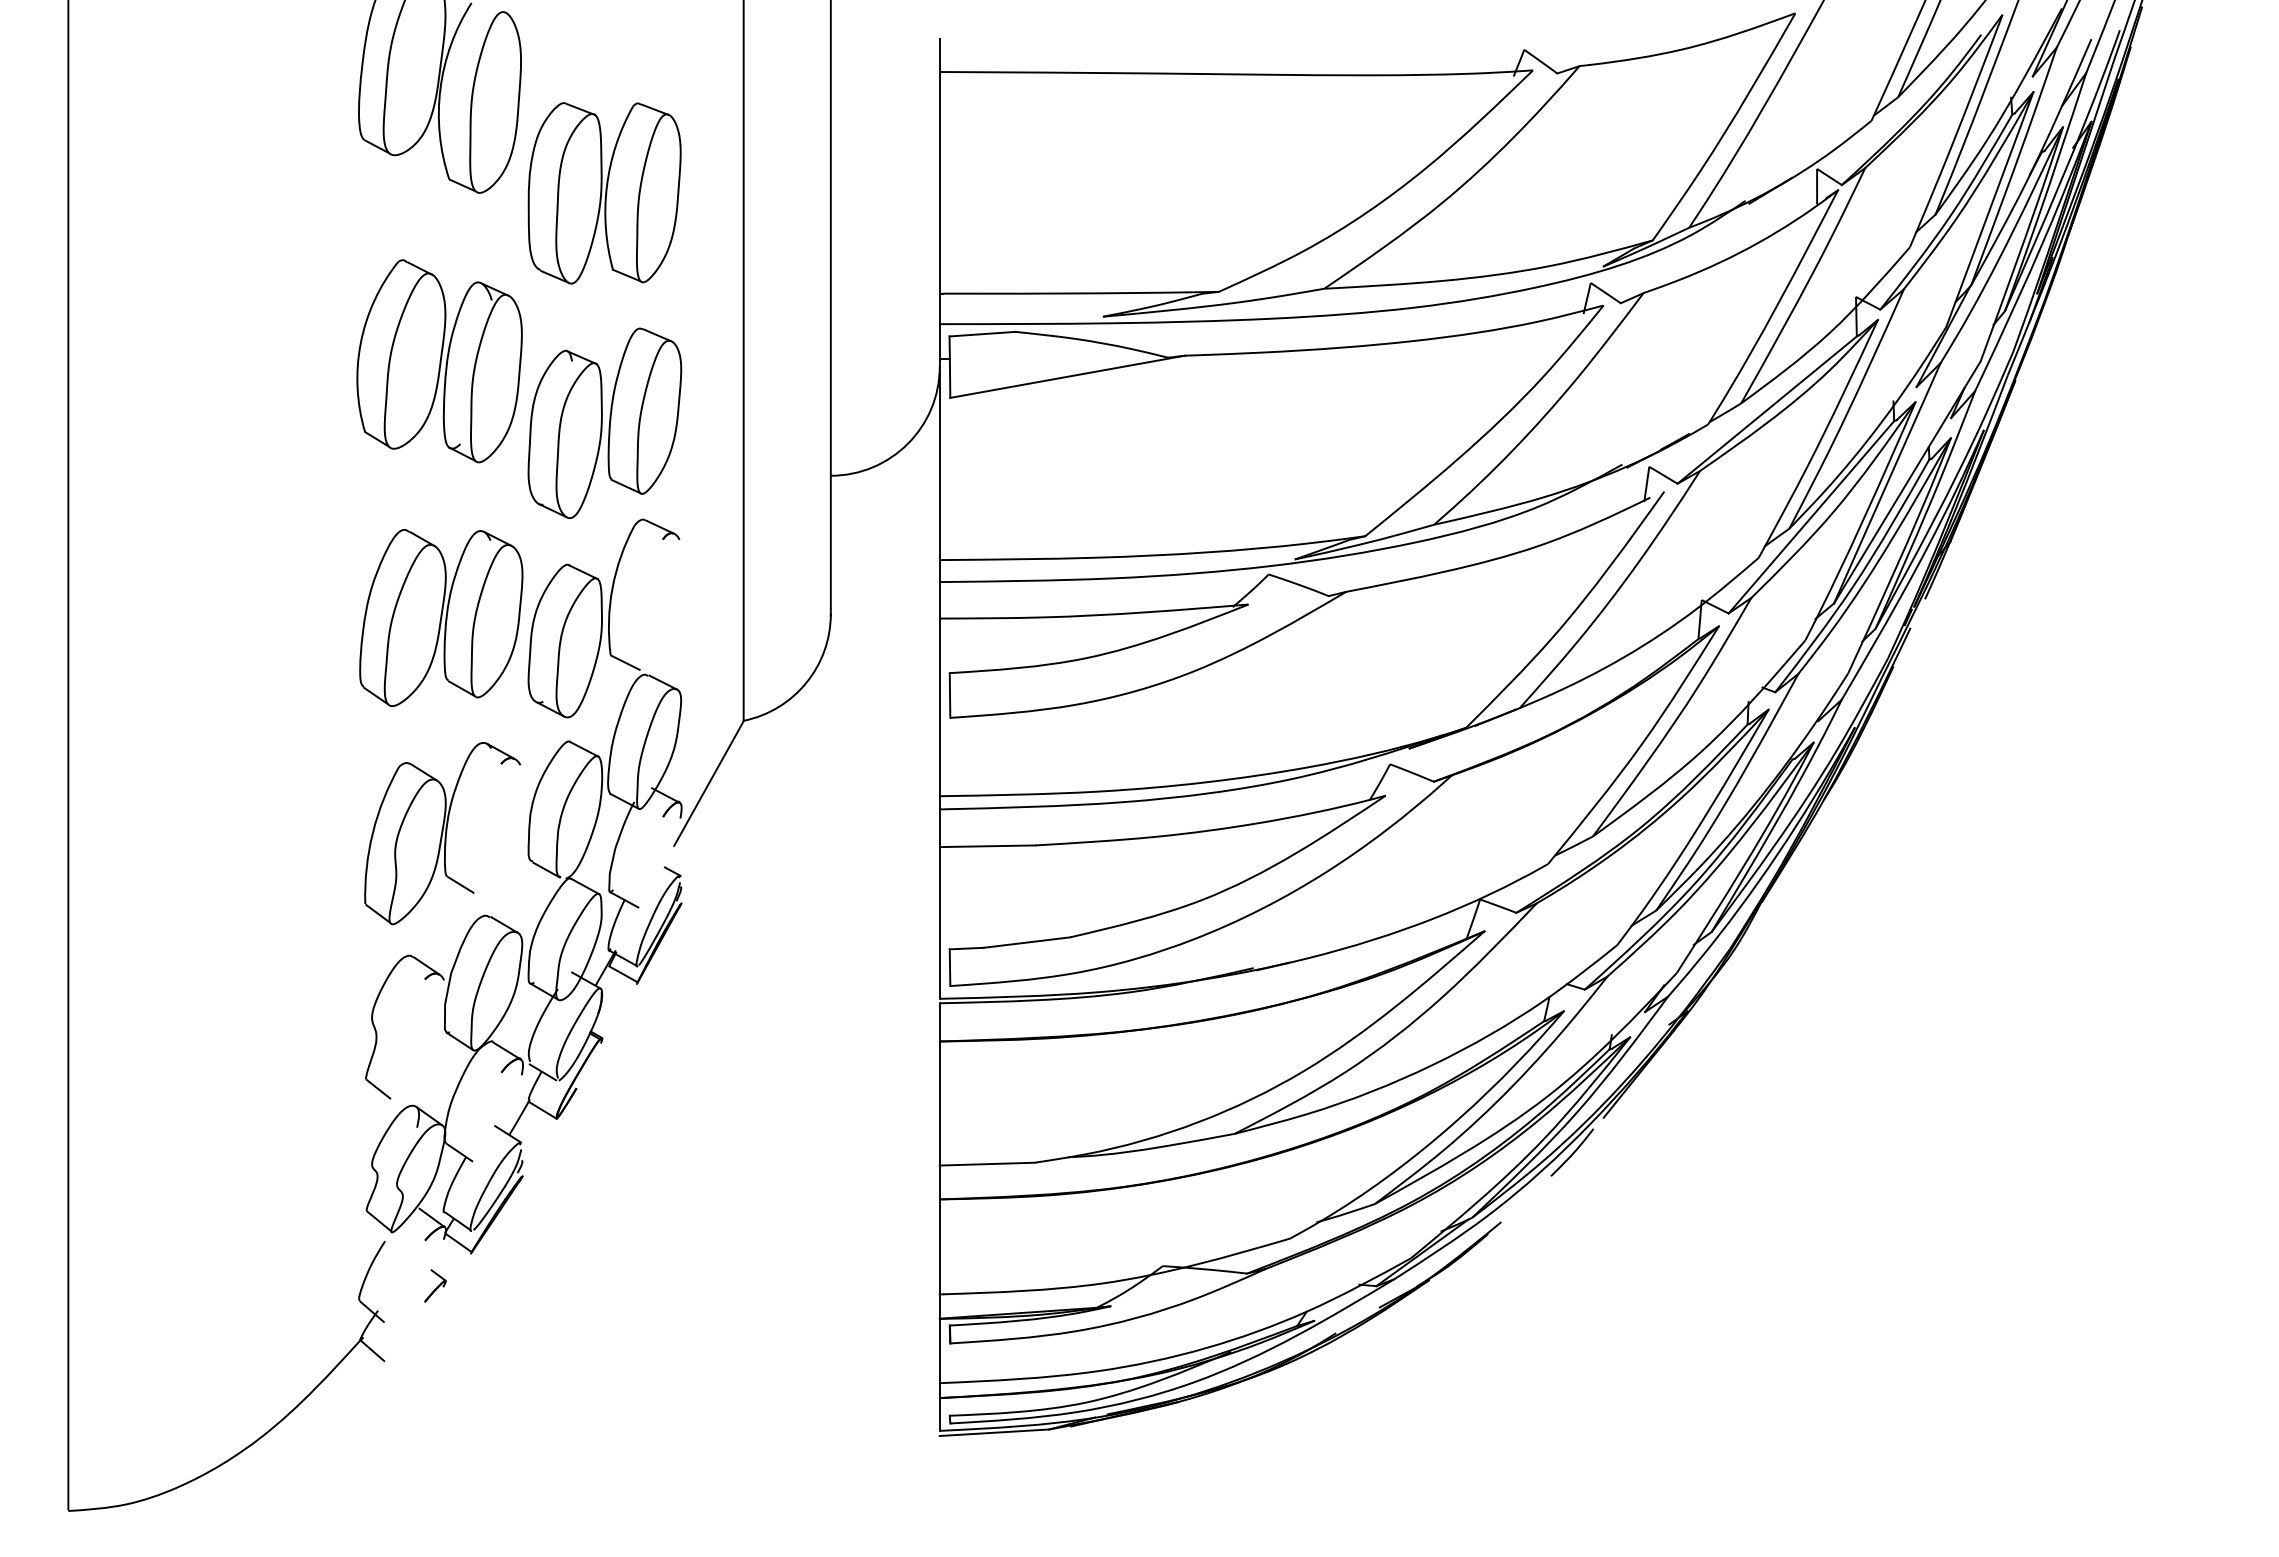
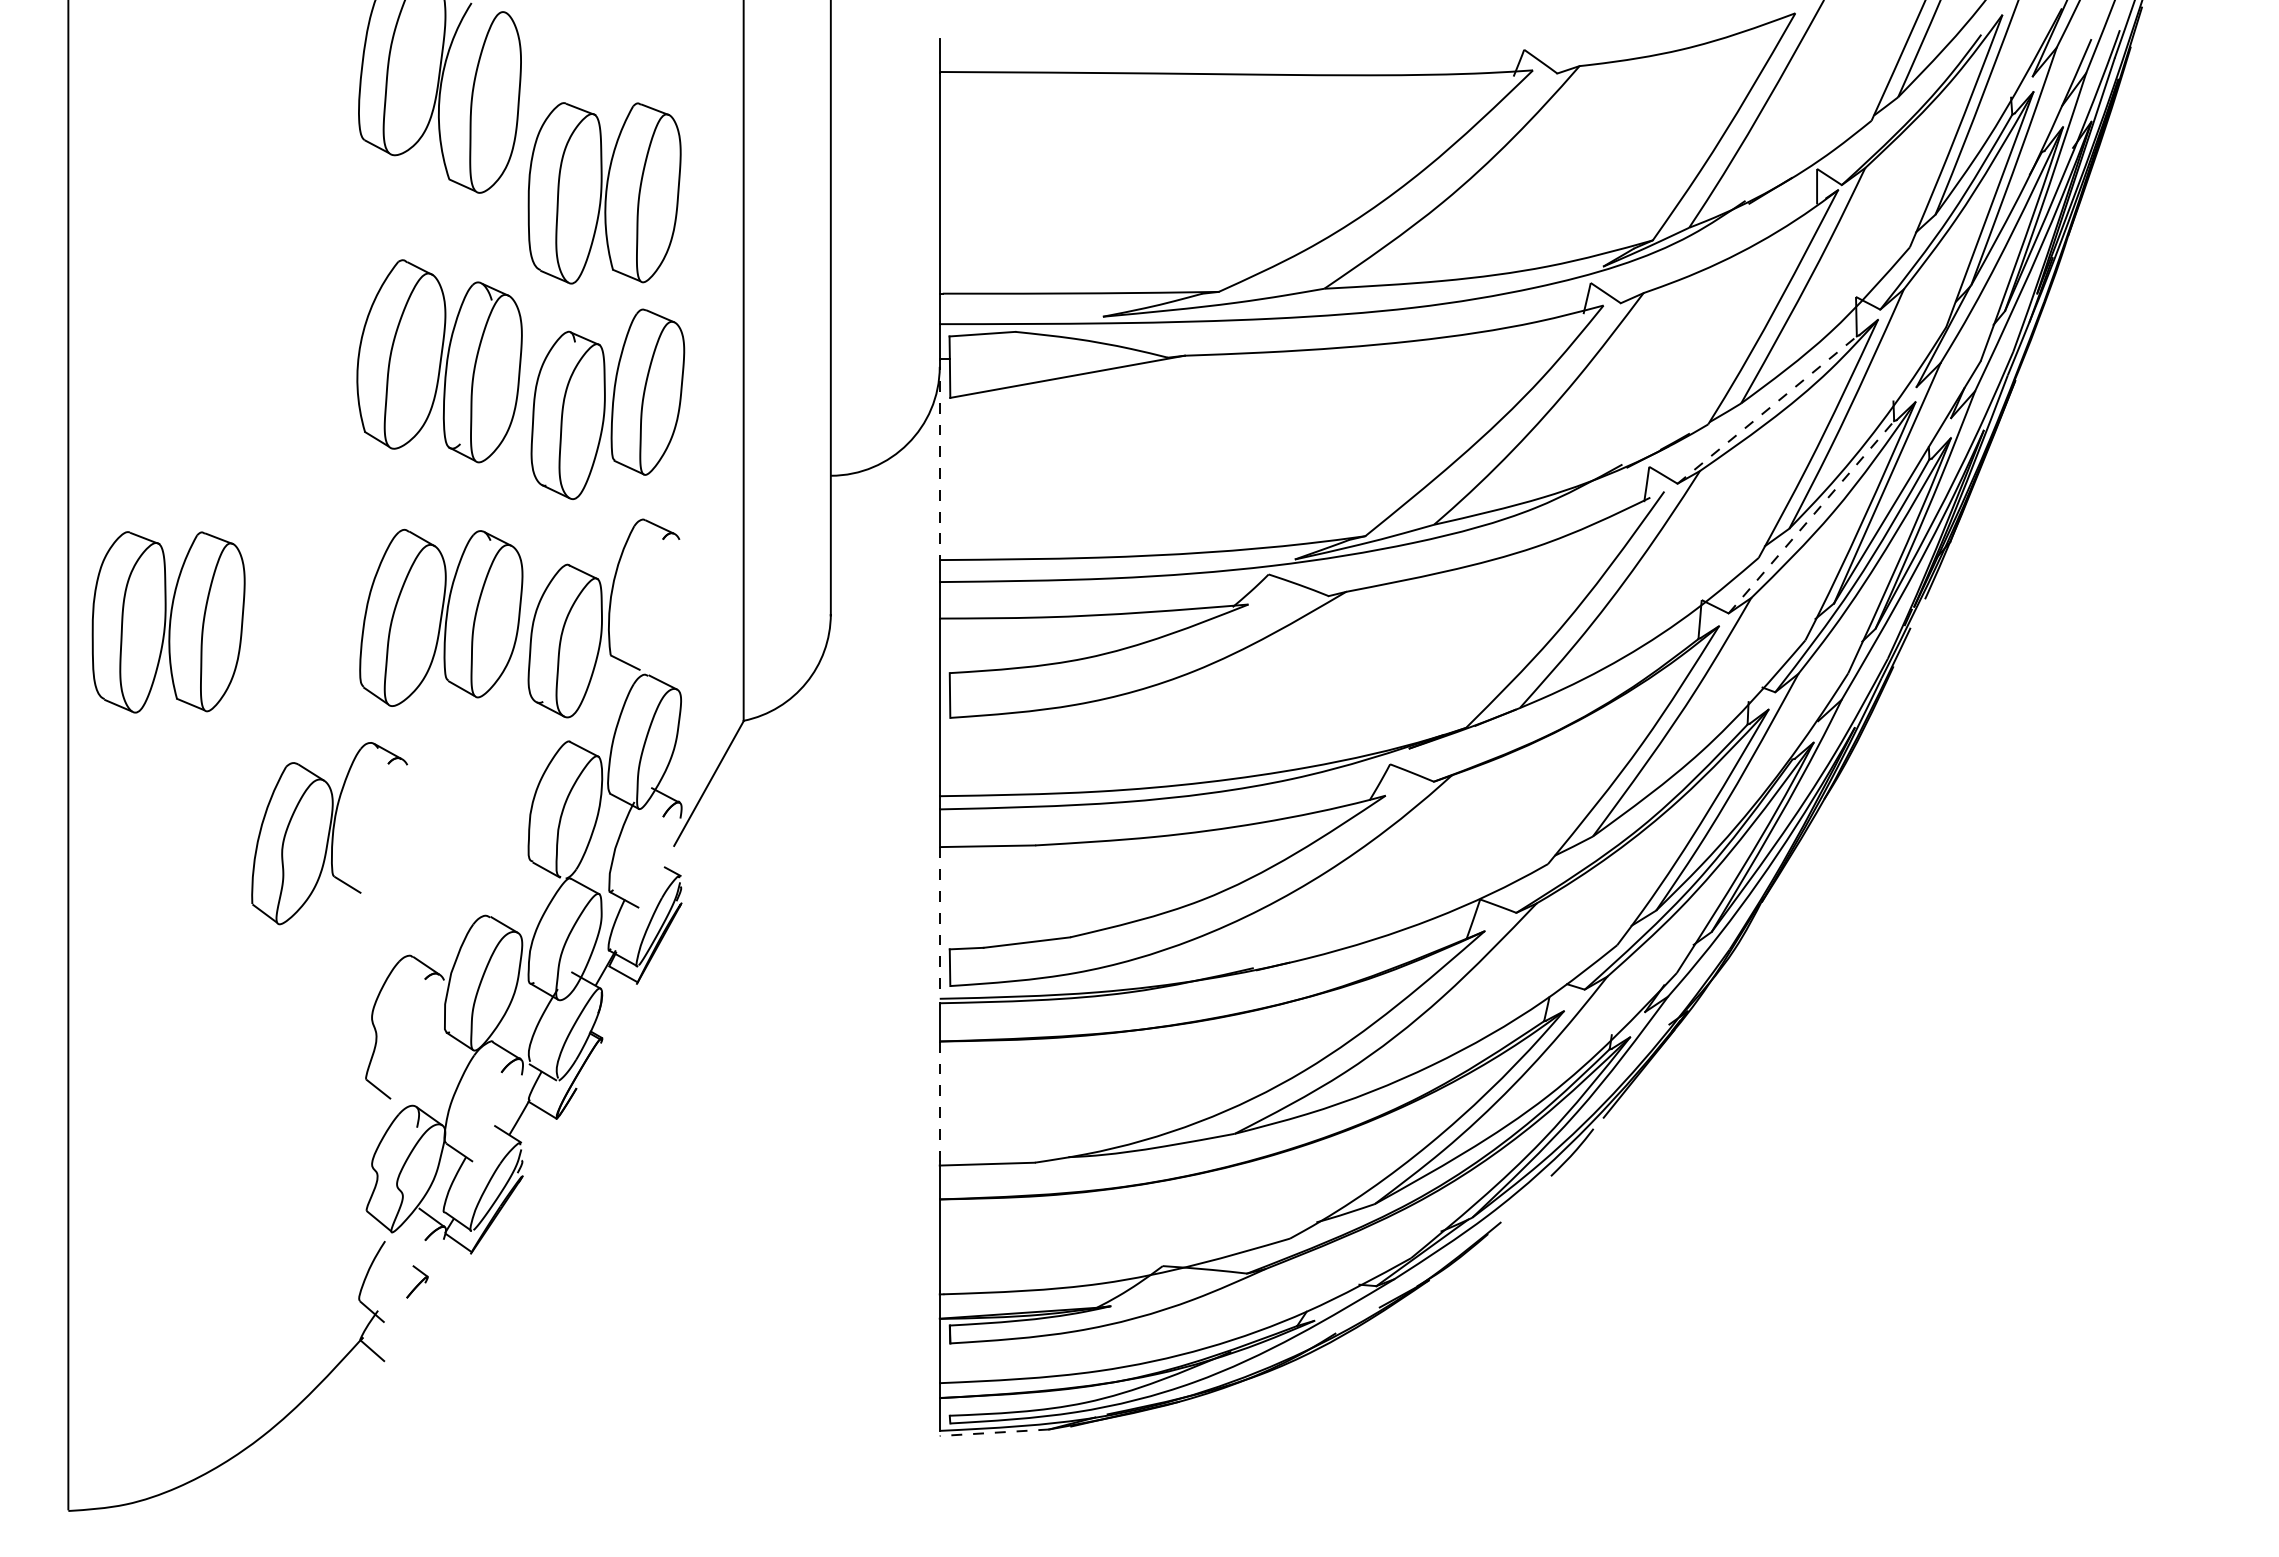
line at (1767, 409): solid -> dashed
part at (604, 422) position: (604, 422) -> (607, 403)
line at (939, 459): solid -> dashed
line at (1811, 517): solid -> dashed
part at (168, 622): none -> present
part at (442, 833) position: (442, 833) -> (329, 833)
line at (939, 923): solid -> dashed
line at (939, 1103): solid -> dashed
part at (435, 1285) position: (435, 1285) -> (417, 1281)
line at (994, 1432): solid -> dashed
